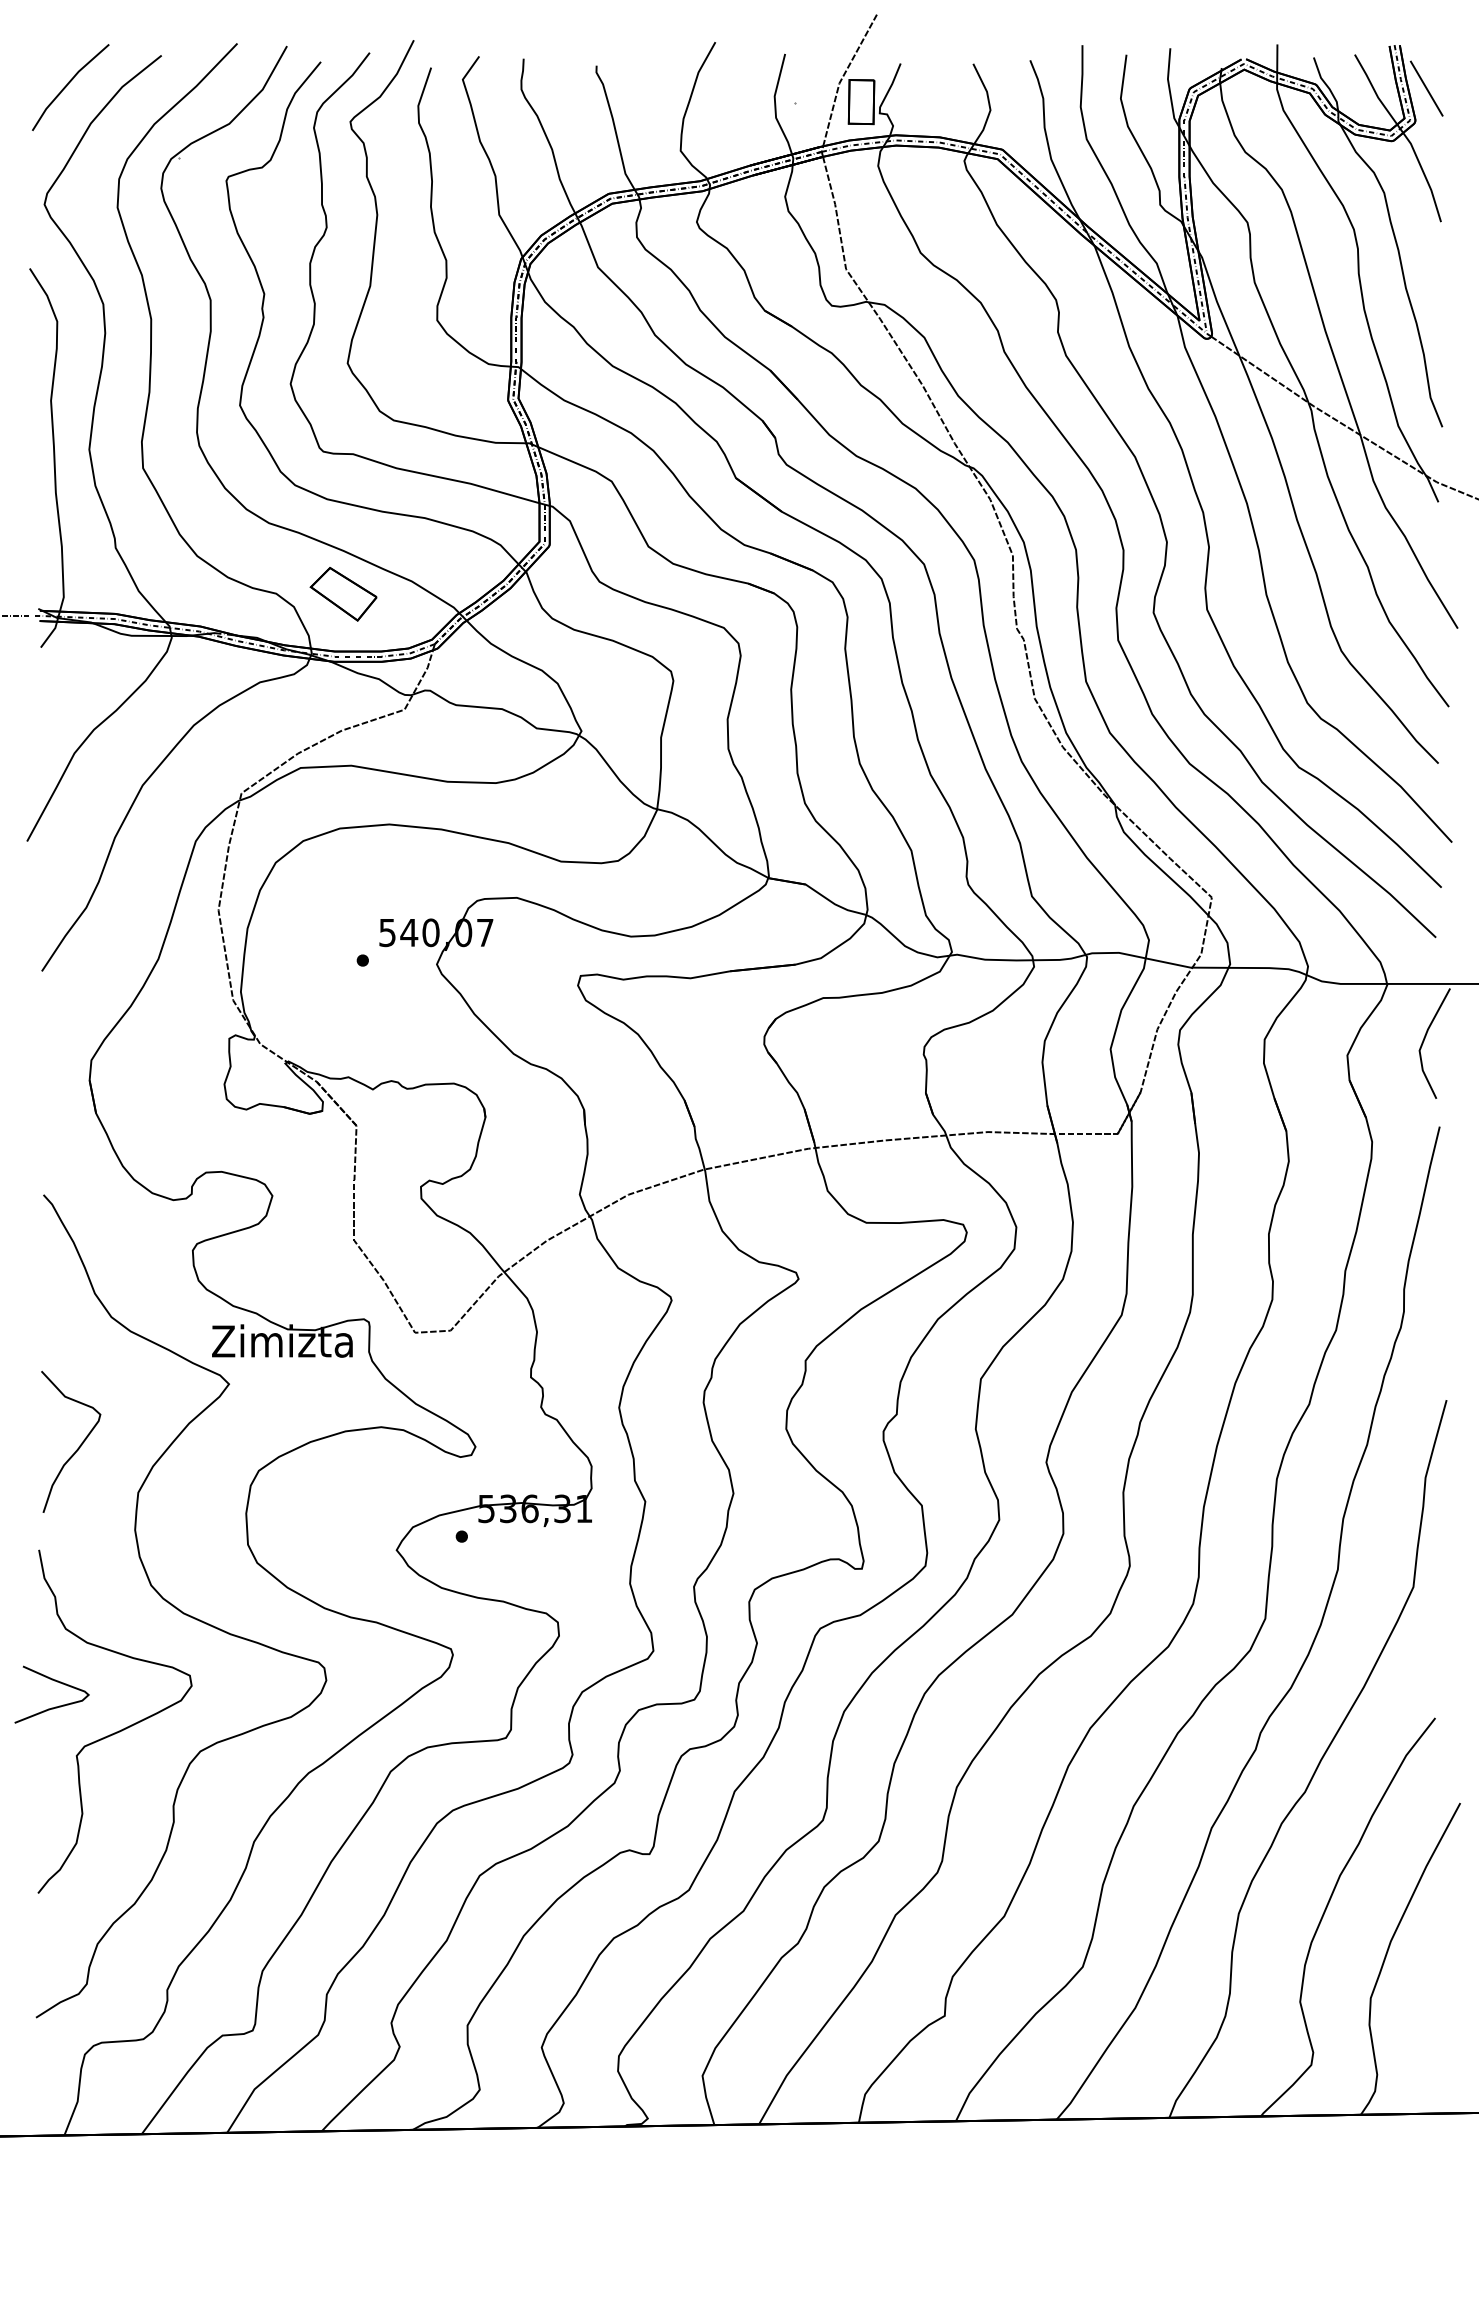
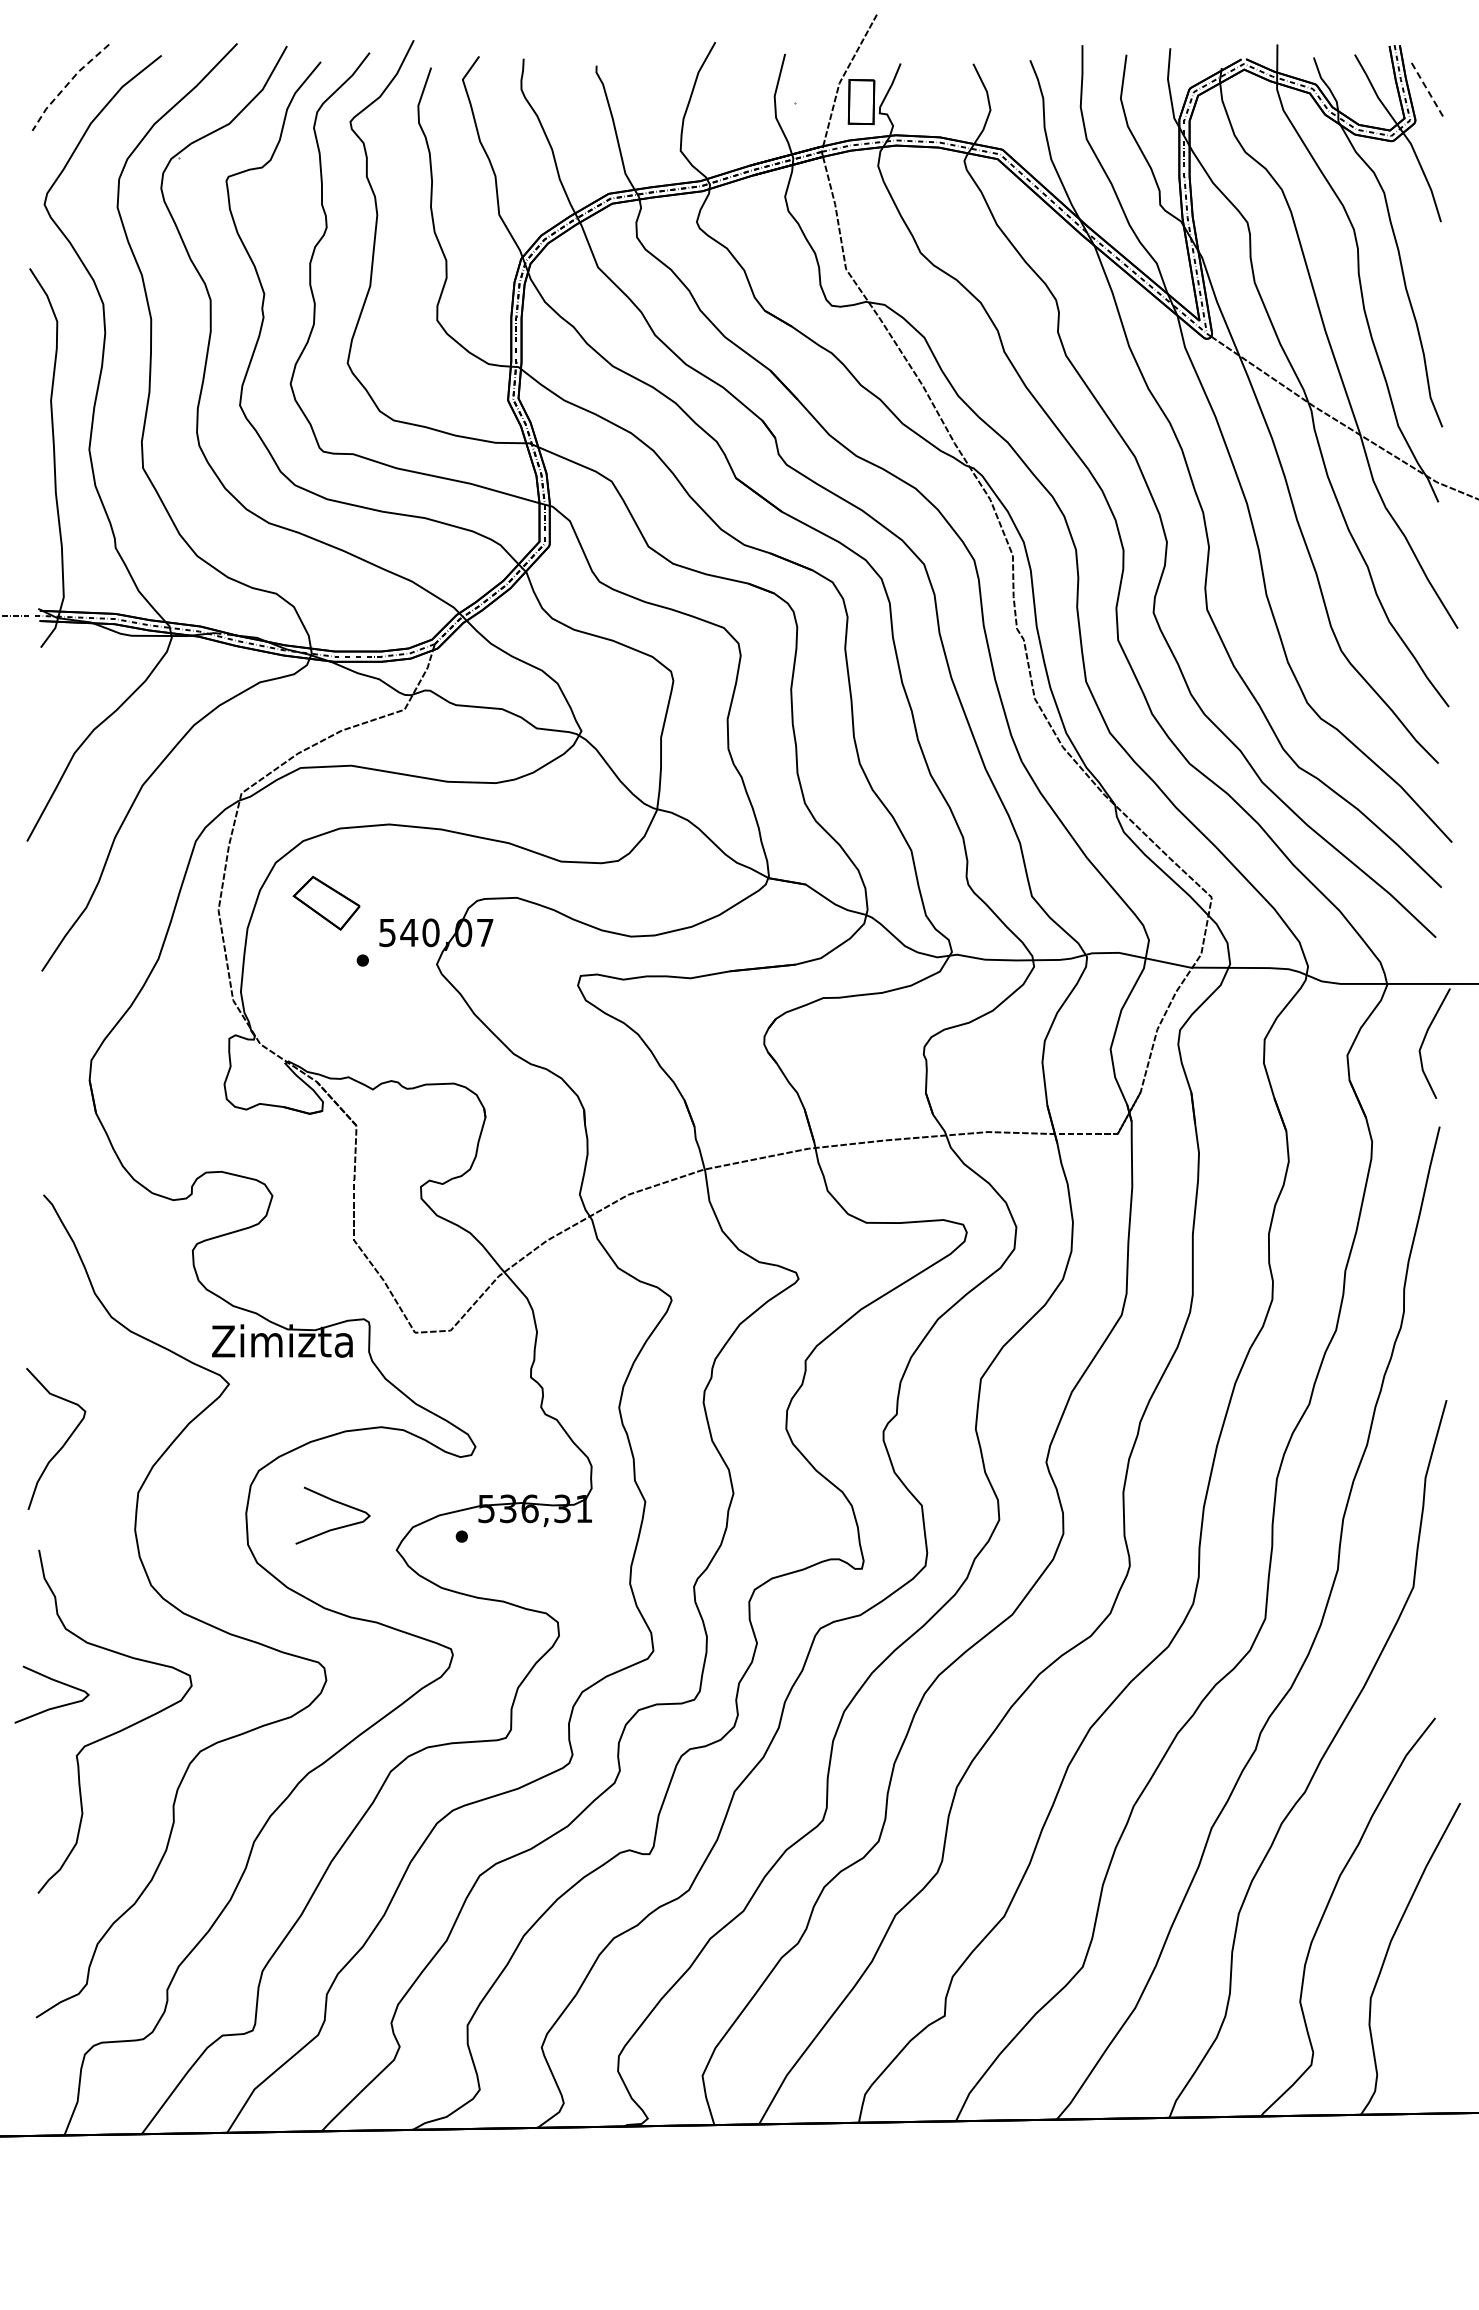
line at (67, 85): solid -> dashed
line at (1426, 88): solid -> dashed
part at (343, 594) position: (343, 594) -> (326, 903)
curve at (79, 1445) position: (79, 1445) -> (64, 1442)
curve at (336, 1527): none -> present
